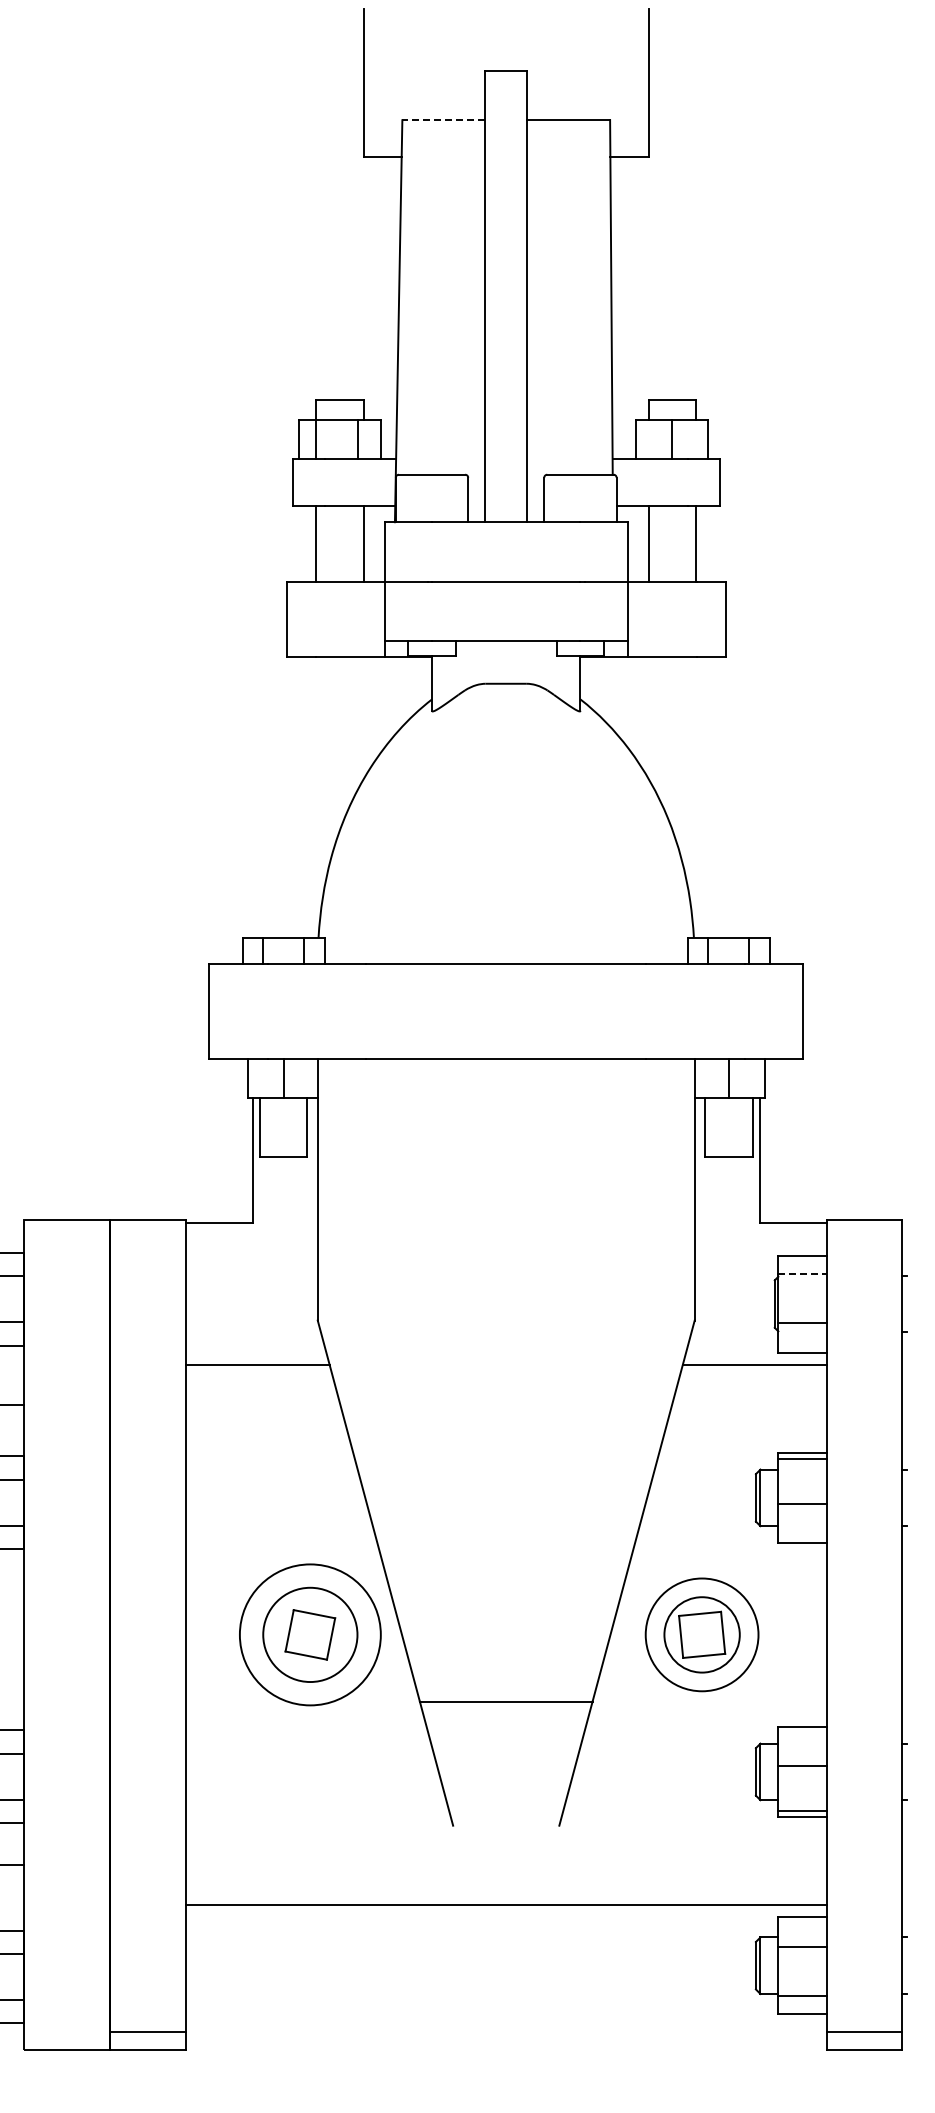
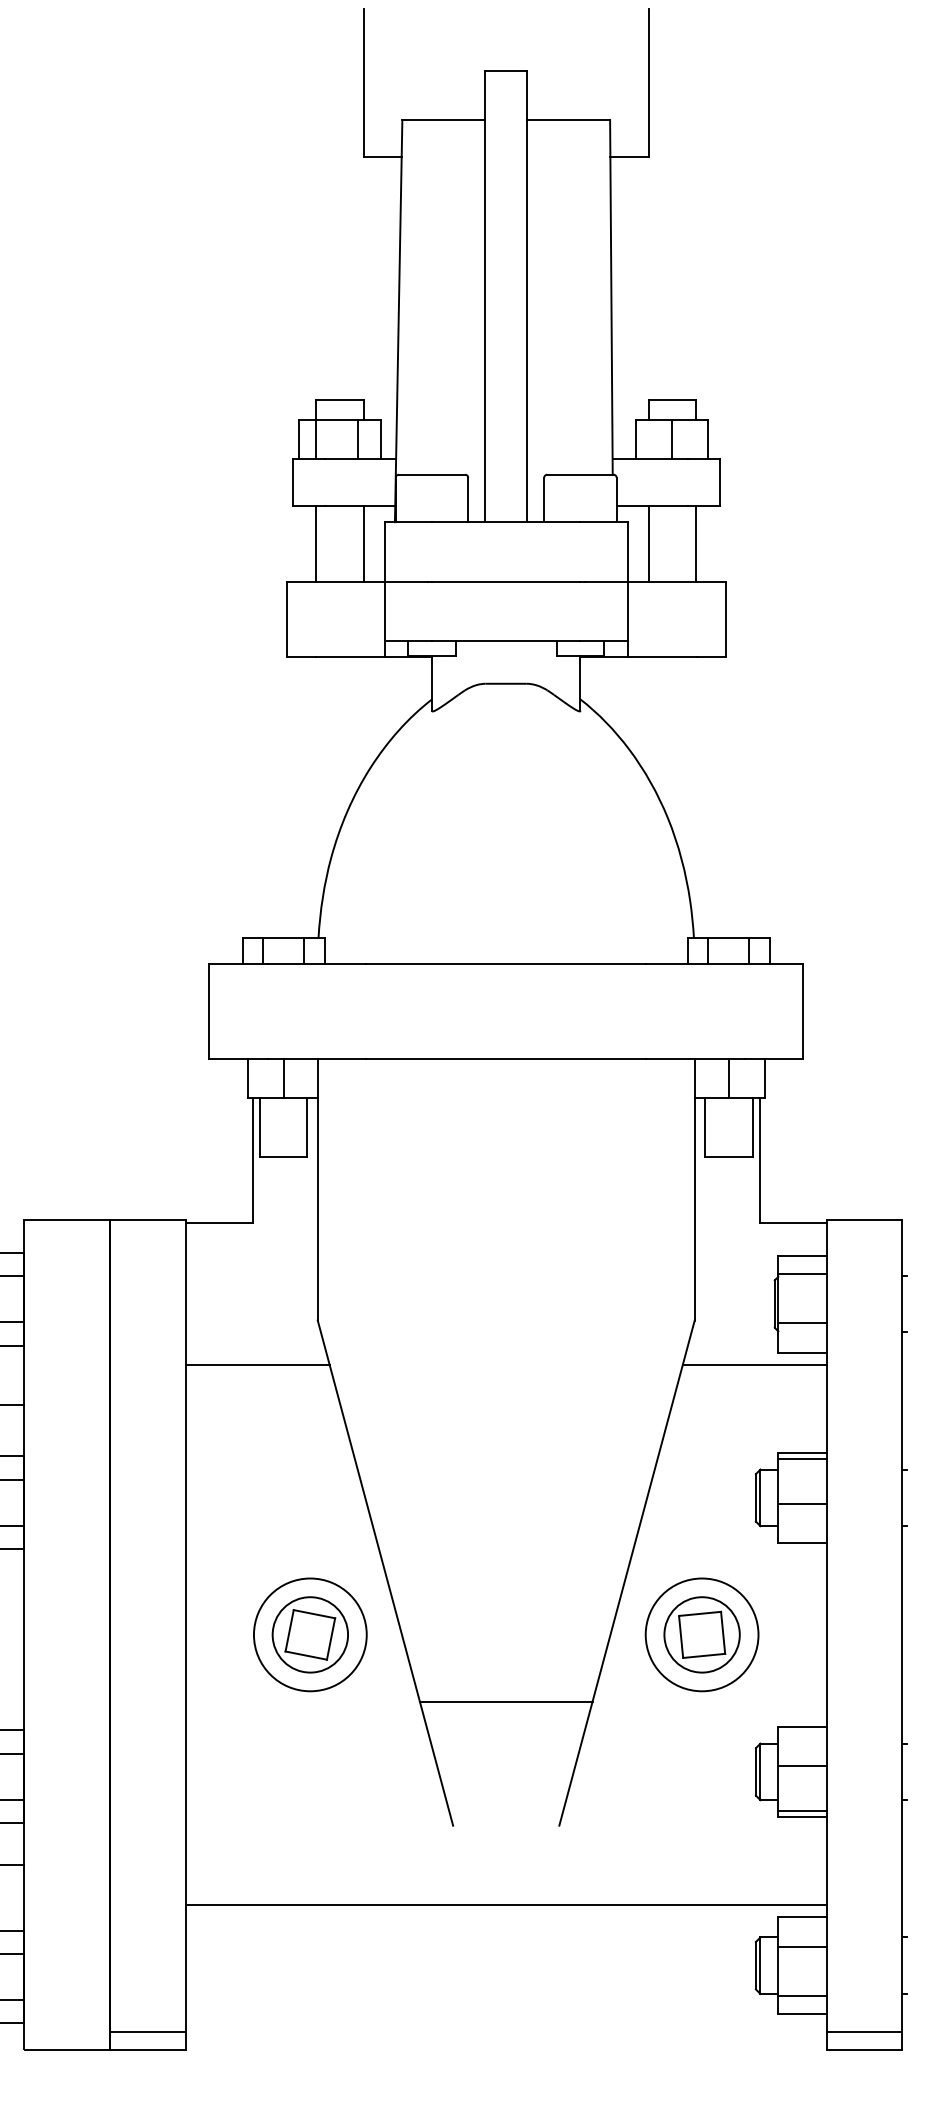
line at (443, 120): dashed -> solid
line at (802, 1274): dashed -> solid
circle at (309, 1634) diameter: 141 px -> 113 px
circle at (310, 1634) diameter: 94 px -> 75 px
